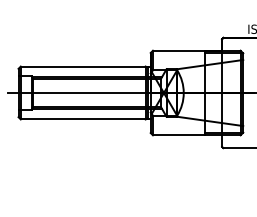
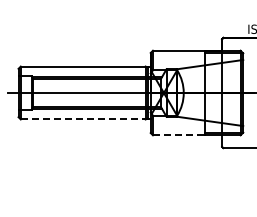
line at (83, 119): solid -> dashed
line at (178, 135): solid -> dashed
